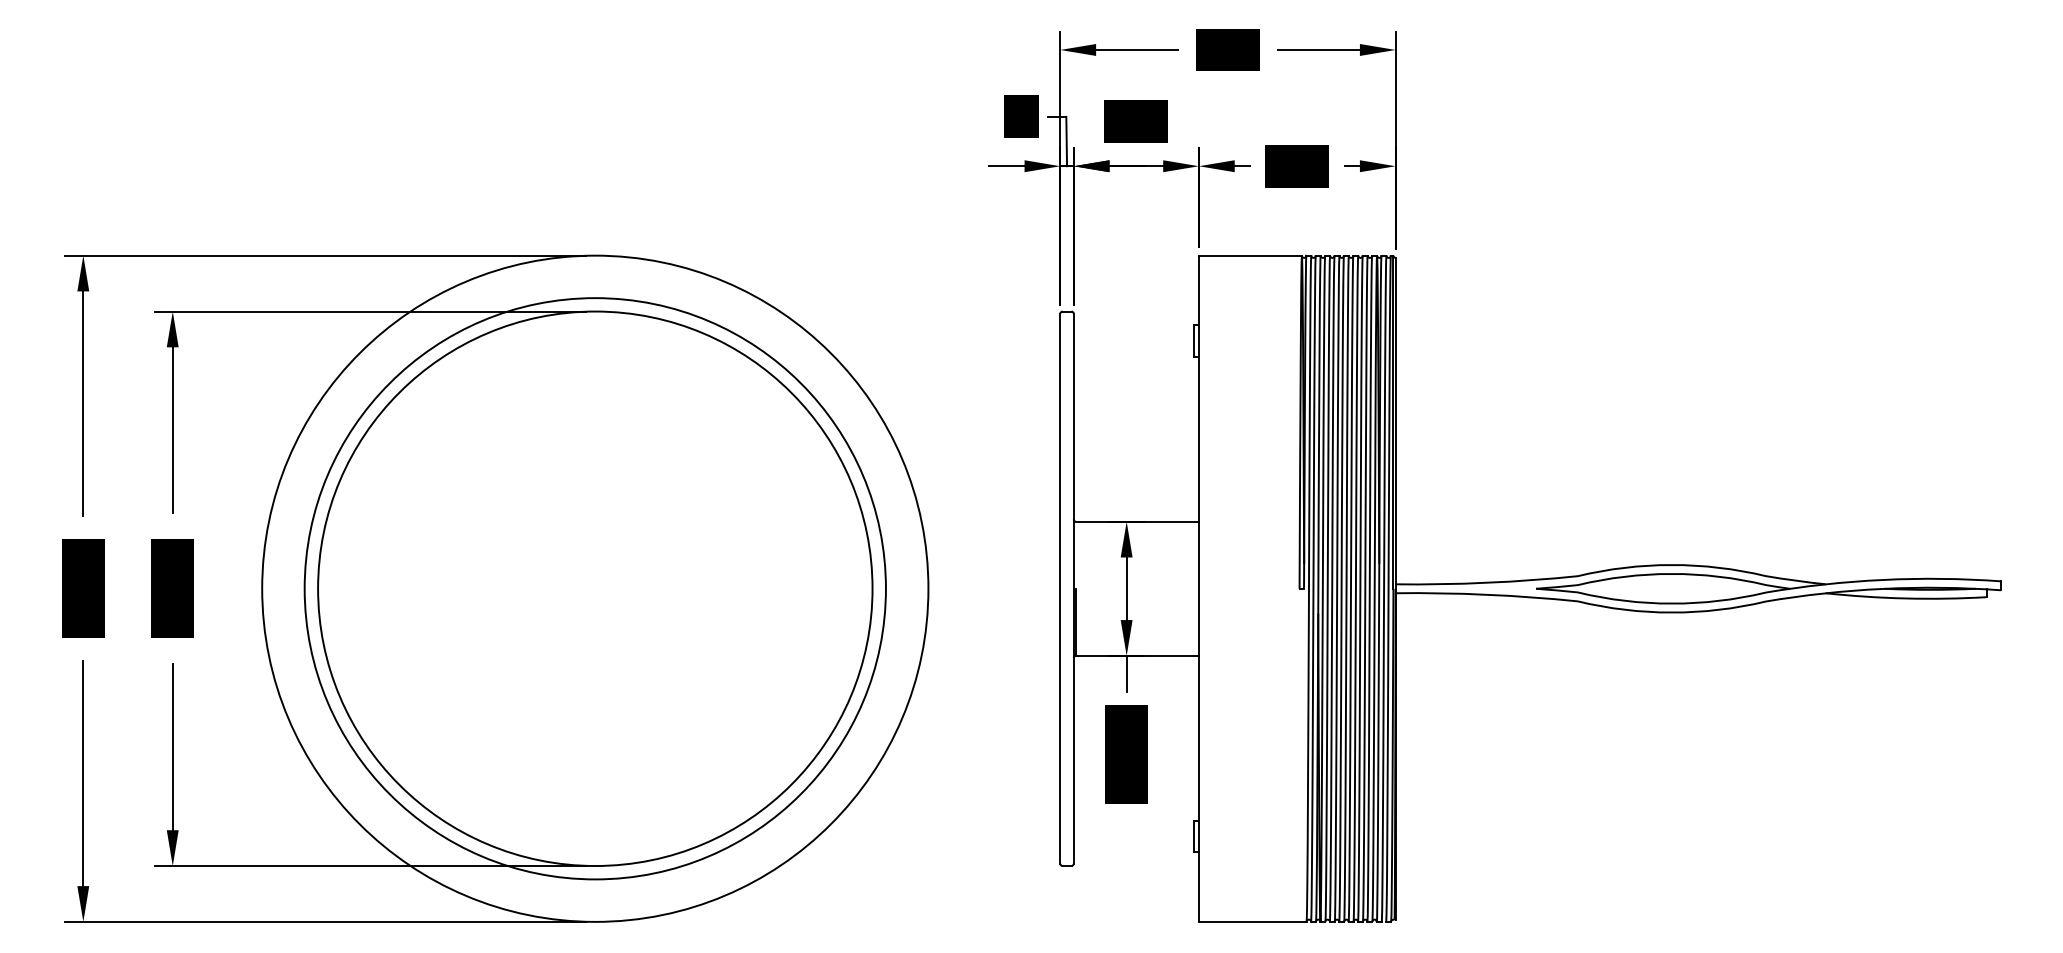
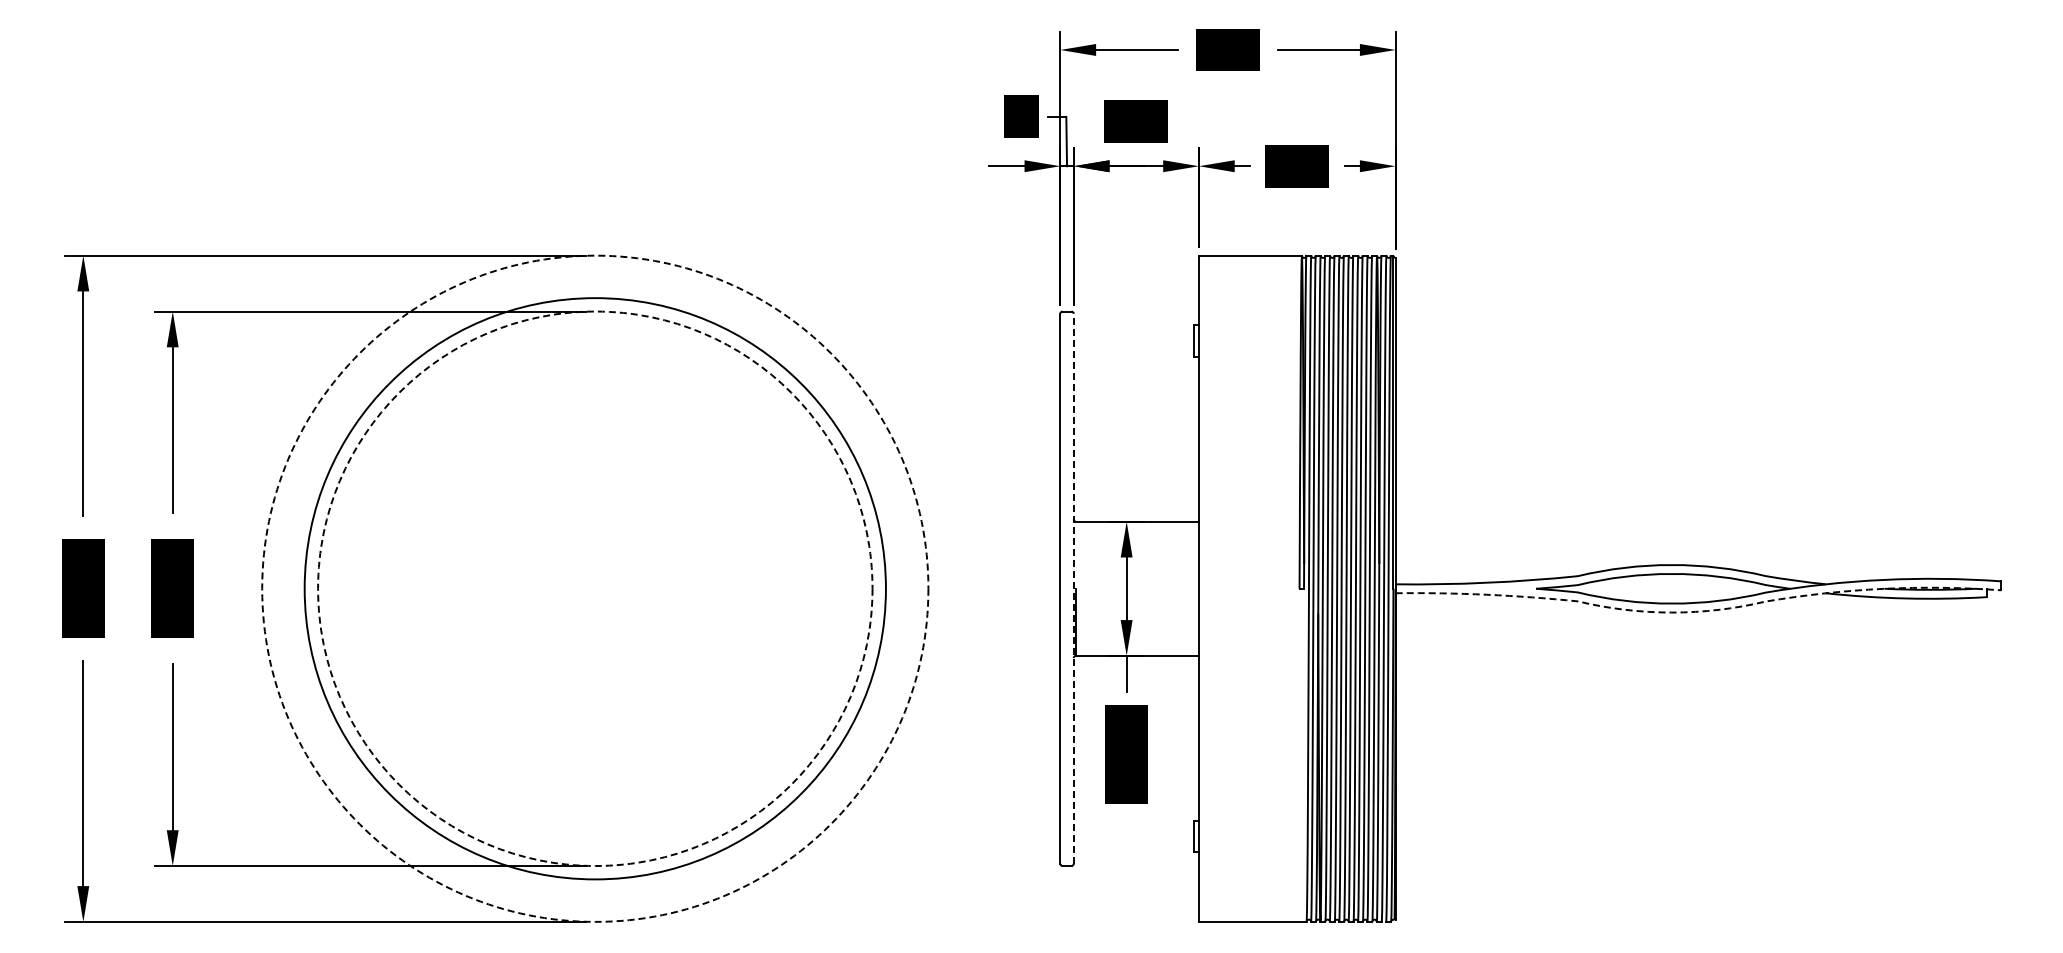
circle at (595, 588): solid -> dashed
circle at (595, 588): solid -> dashed
line at (1073, 588): solid -> dashed
line at (1700, 611): solid -> dashed
